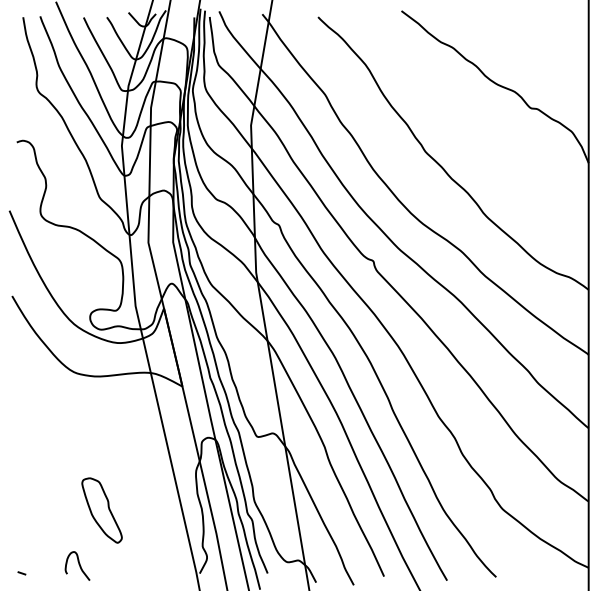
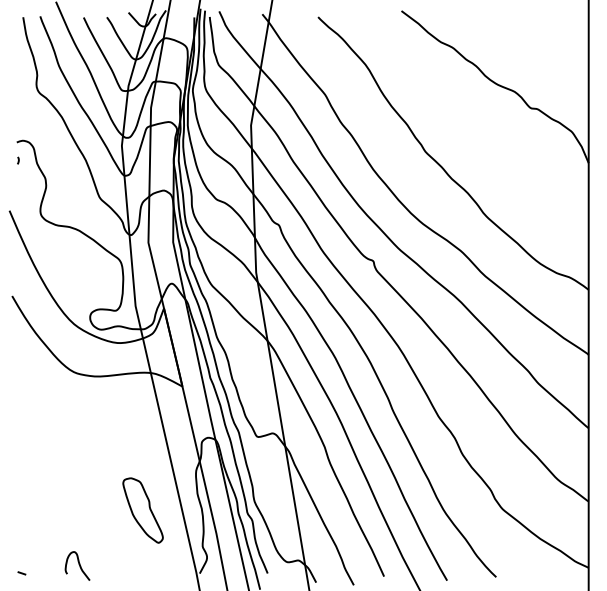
curve at (18, 160): none -> present
part at (101, 510) position: (101, 510) -> (142, 510)
